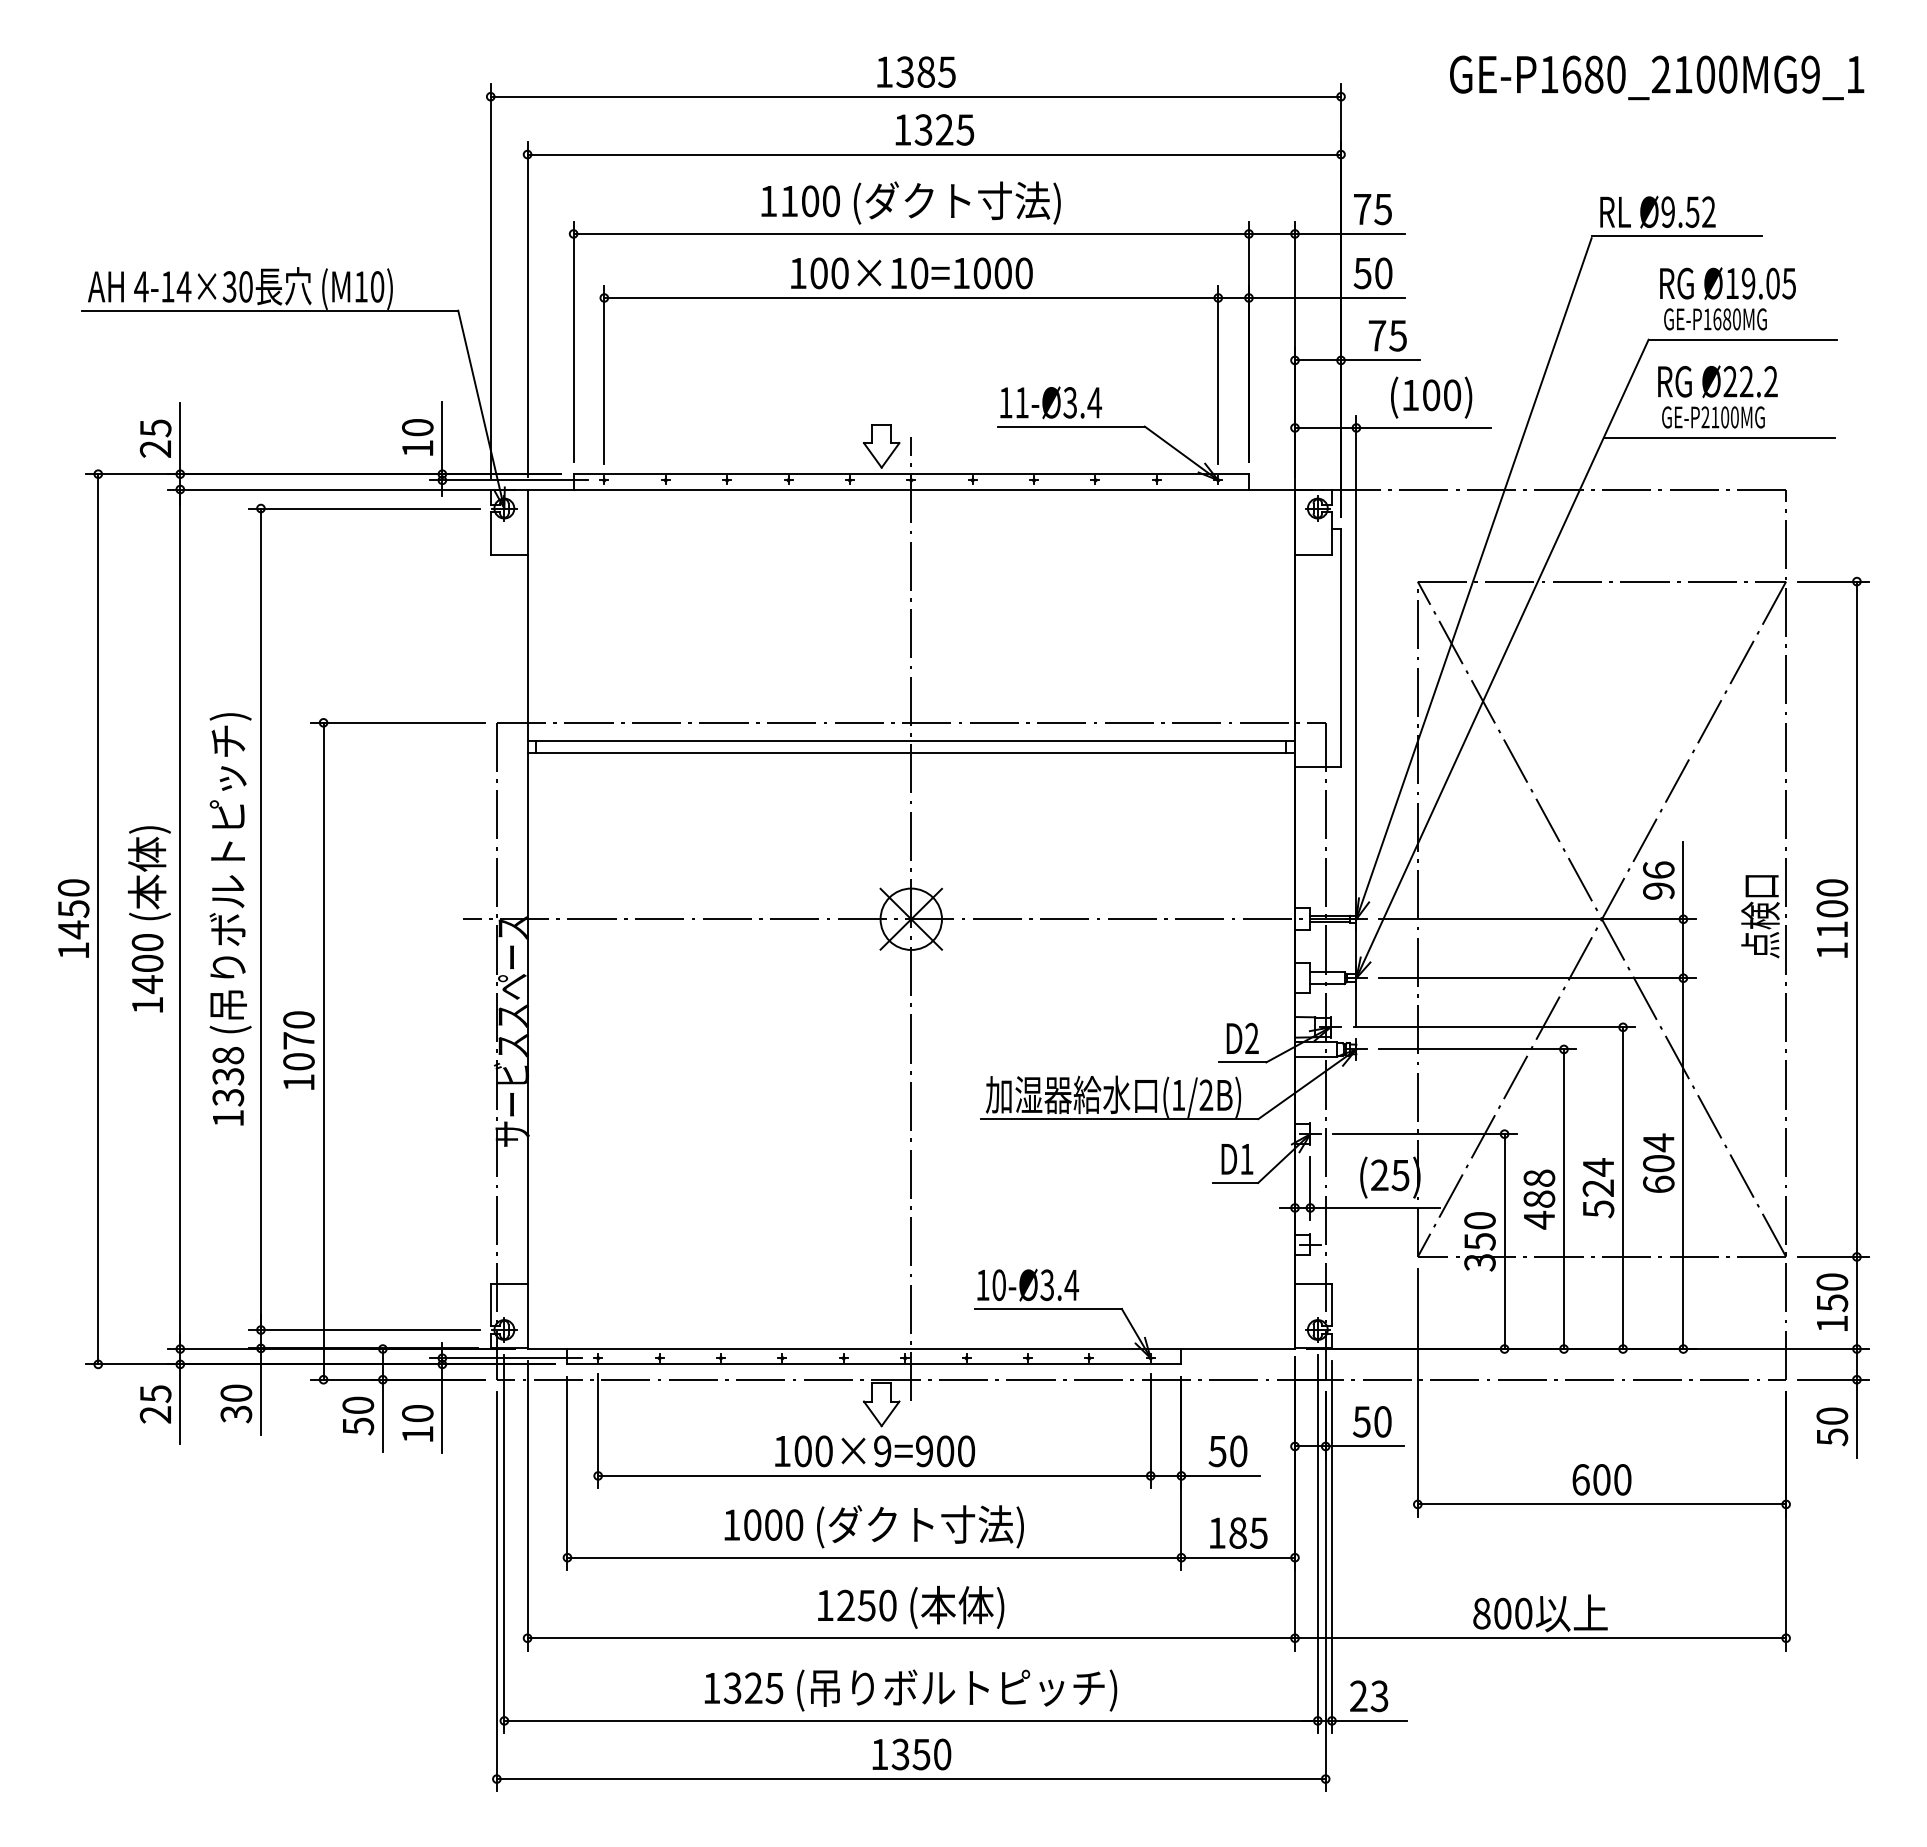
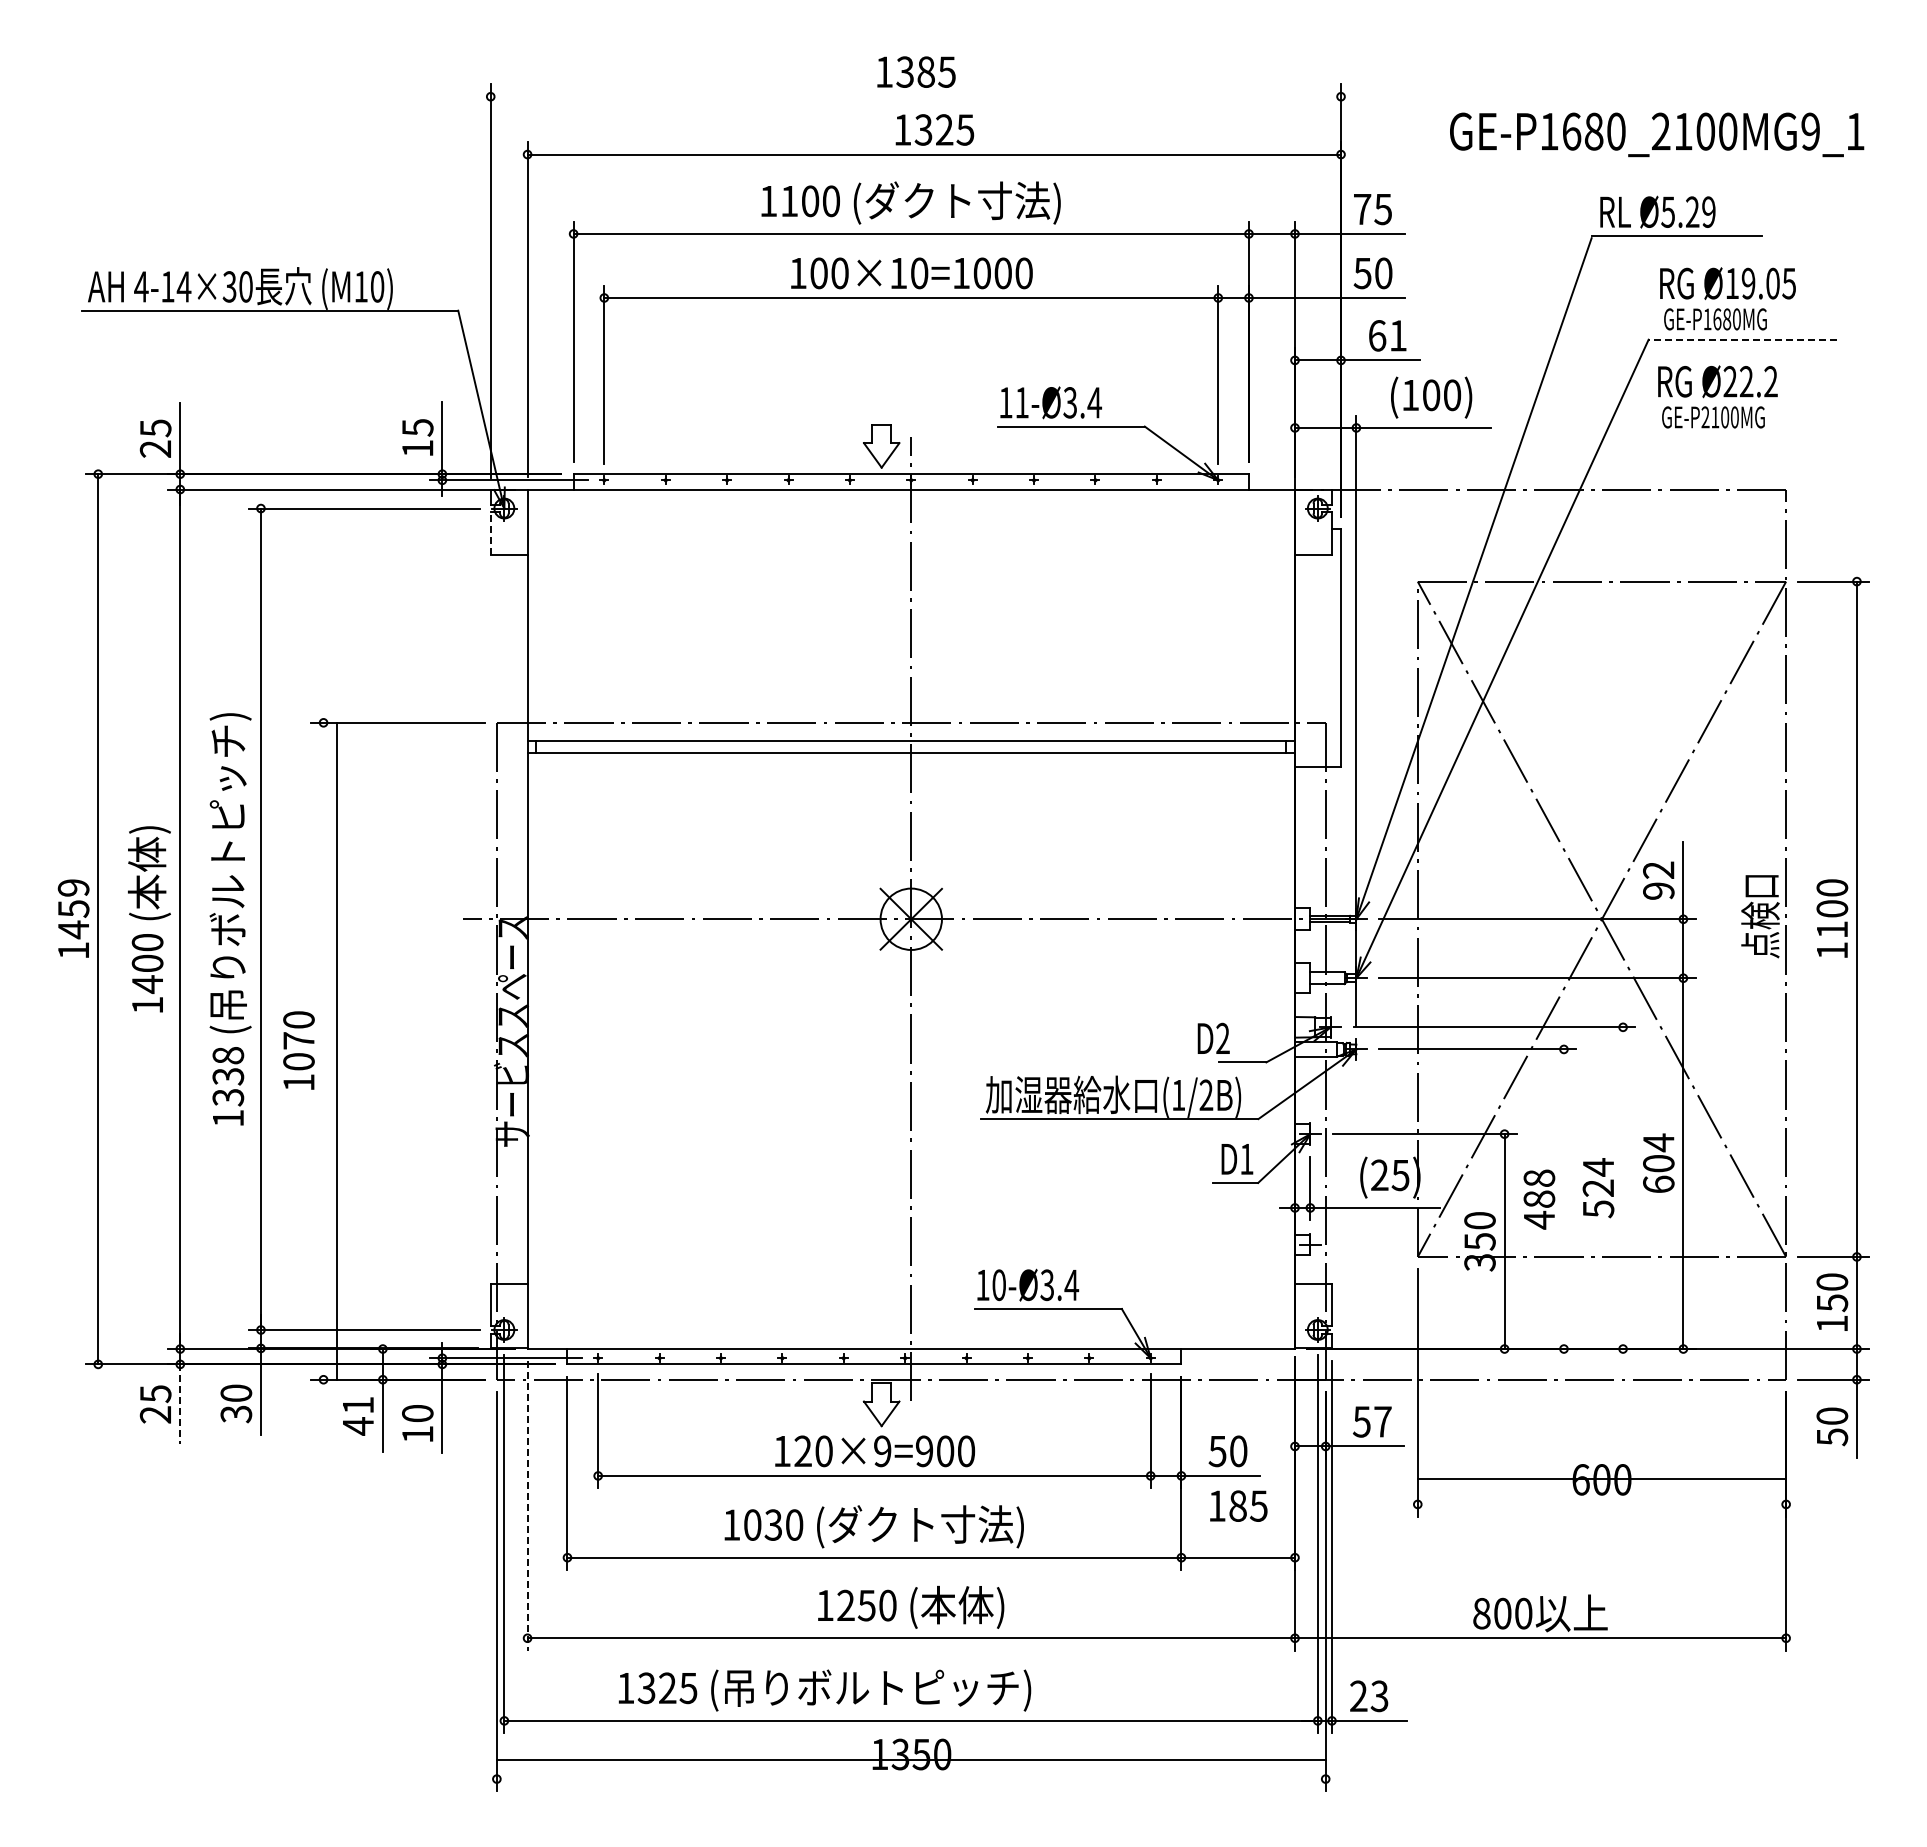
text at (1657, 77) position: (1657, 77) -> (1657, 134)
line at (915, 96): present -> none
text at (1688, 211): Ø9.52 -> Ø5.29
text at (1387, 335): 75 -> 61
line at (1742, 339): solid -> dashed
text at (417, 427): 10 -> 15
line at (1719, 437): present -> none
line at (490, 532): solid -> dashed
text at (1658, 869): 96 -> 92
text at (73, 887): 1450 -> 1459
text at (1242, 1037) position: (1242, 1037) -> (1213, 1037)
line at (323, 1050) position: (323, 1050) -> (336, 1050)
line at (1623, 1188): present -> none
line at (1563, 1199): present -> none
line at (180, 1404): solid -> dashed
text at (358, 1415): 50 -> 41
text at (1382, 1421): 50 -> 57
text at (802, 1451): 100×9=900 -> 120×9=900
line at (1601, 1504) position: (1601, 1504) -> (1601, 1479)
line at (527, 1505): solid -> dashed
text at (773, 1524): 1000 -> 1030
text at (1238, 1532) position: (1238, 1532) -> (1238, 1505)
text at (910, 1690) position: (910, 1690) -> (824, 1690)
line at (910, 1779) position: (910, 1779) -> (910, 1760)
